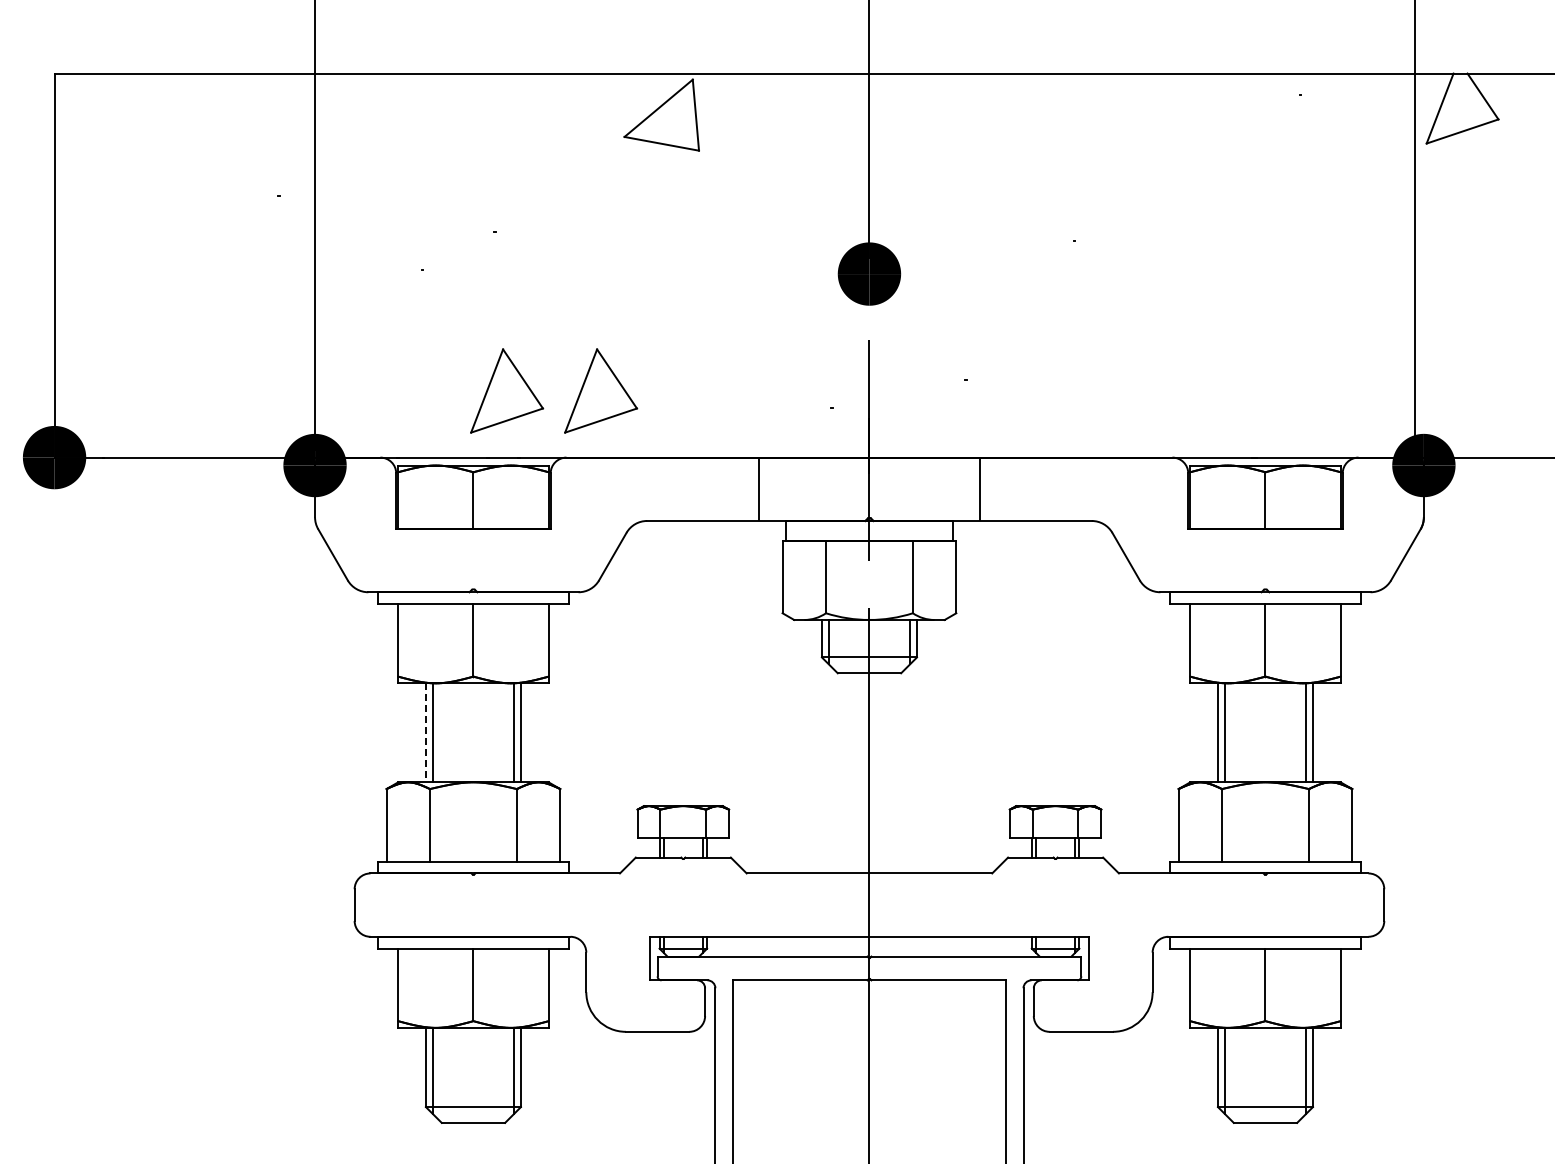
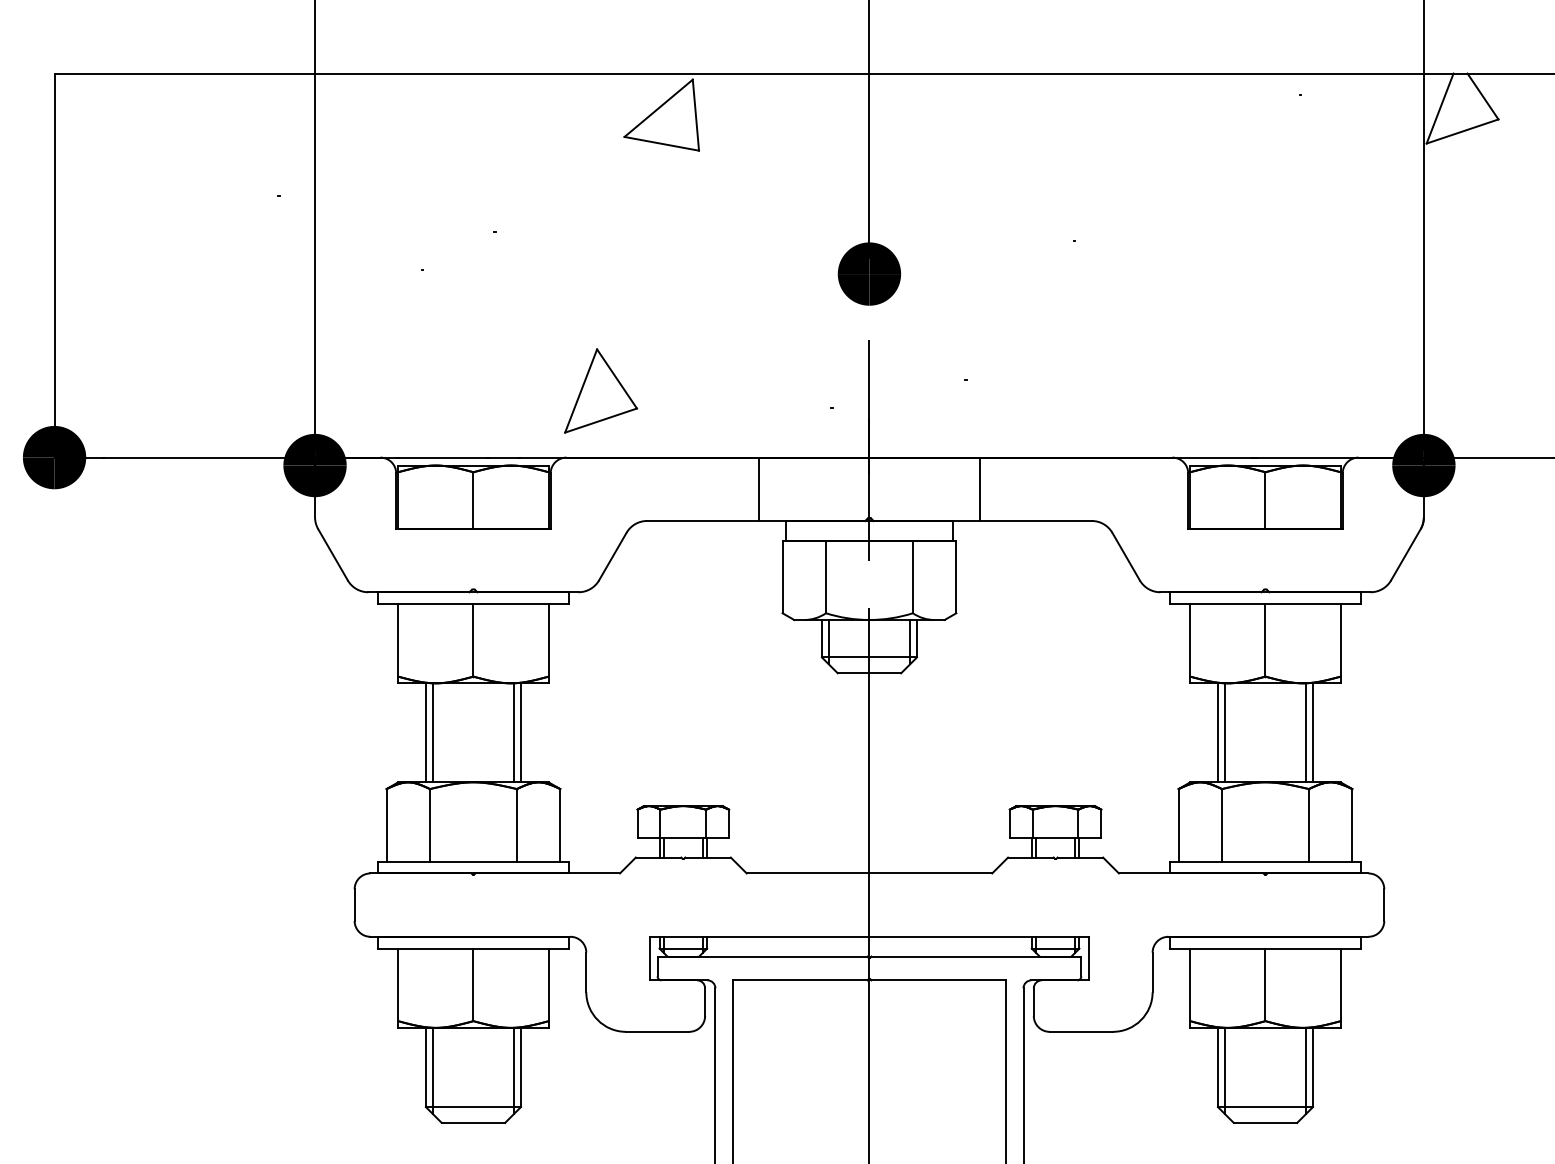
line at (1414, 225) position: (1414, 225) -> (1423, 225)
part at (507, 390): present -> none
line at (425, 732): dashed -> solid
